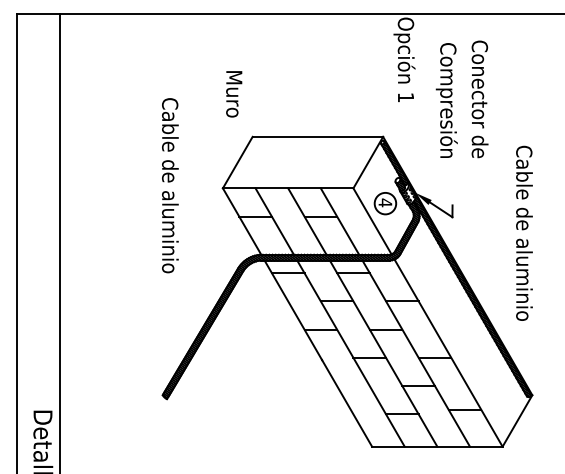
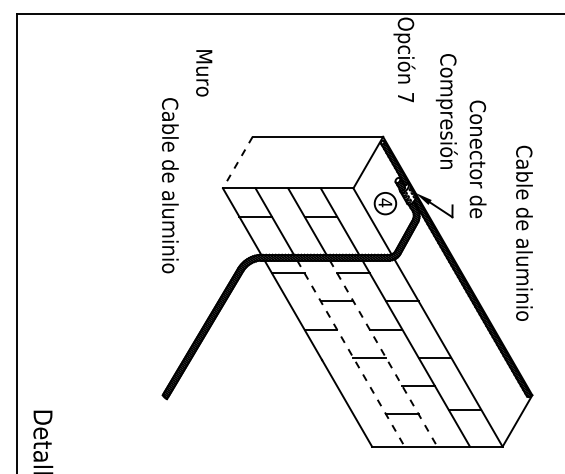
text at (234, 94) position: (234, 94) -> (204, 73)
text at (405, 97): 1 -> 7
text at (479, 99) position: (479, 99) -> (477, 159)
text at (446, 100) position: (446, 100) -> (446, 111)
line at (237, 162): solid -> dashed
line at (60, 242): present -> none
line at (351, 354): solid -> dashed
line at (383, 354): solid -> dashed
